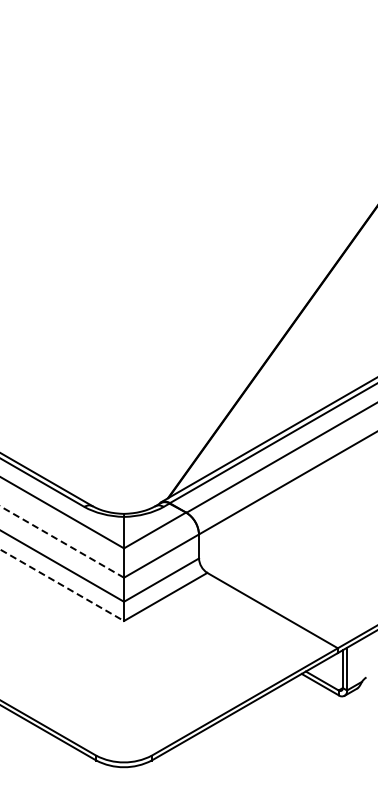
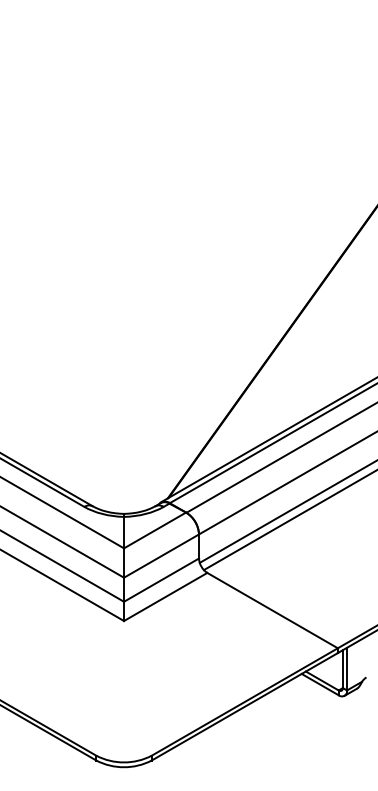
line at (286, 511): none -> present
line at (288, 520): none -> present
line at (61, 541): dashed -> solid
line at (62, 585): dashed -> solid
